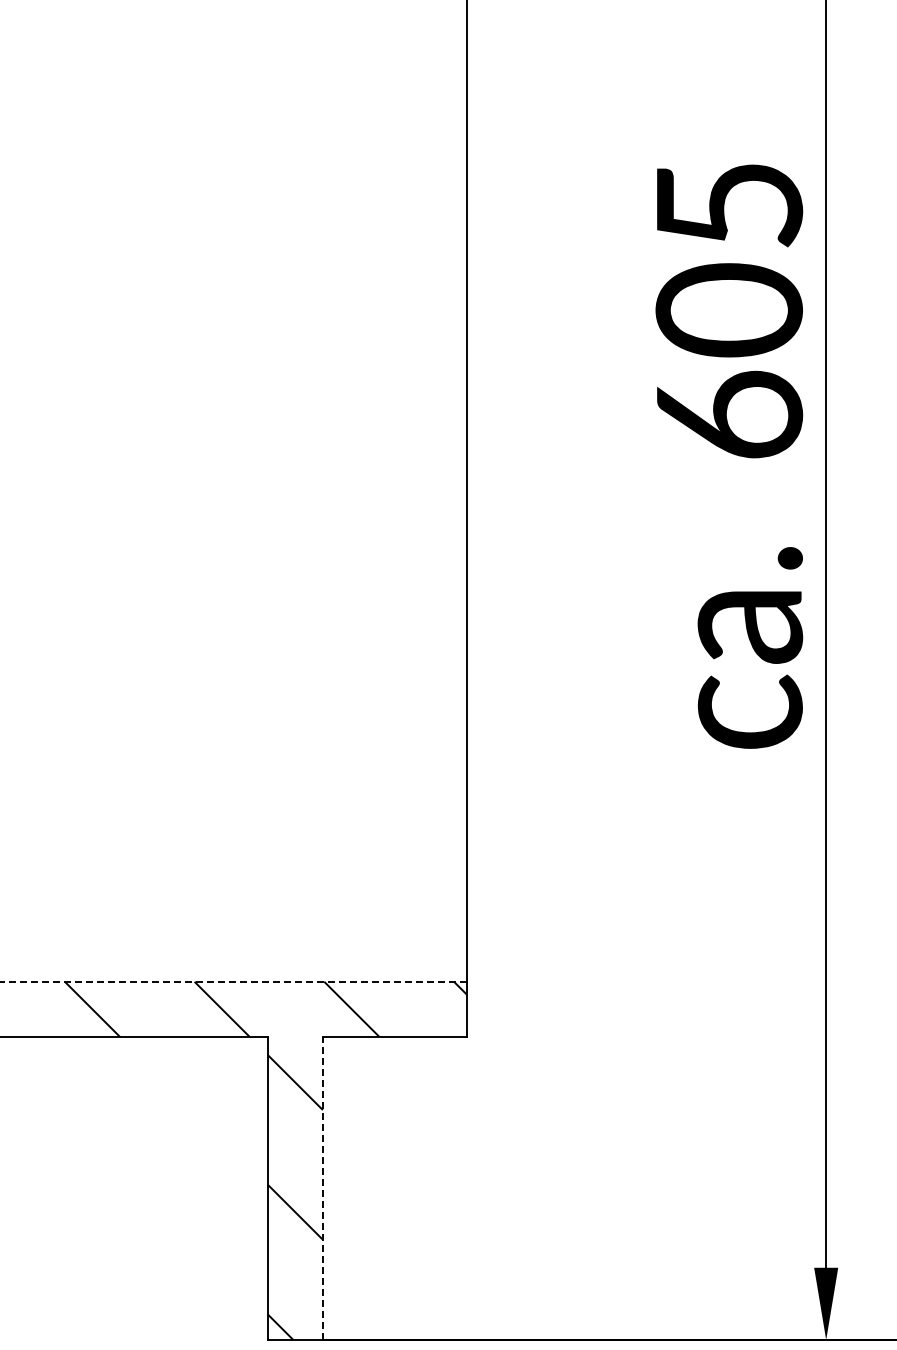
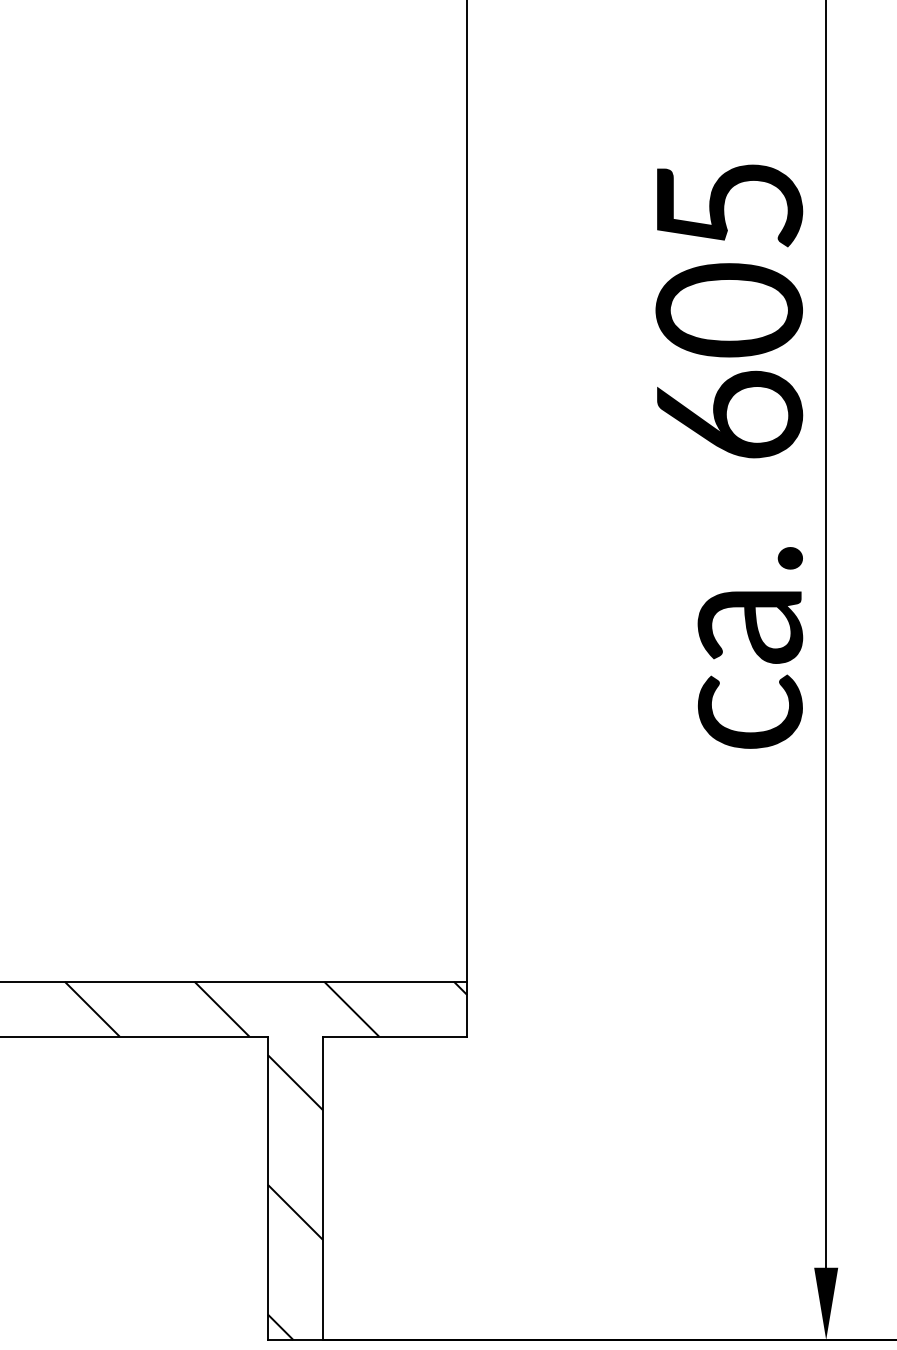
line at (233, 981): dashed -> solid
line at (322, 1188): dashed -> solid
